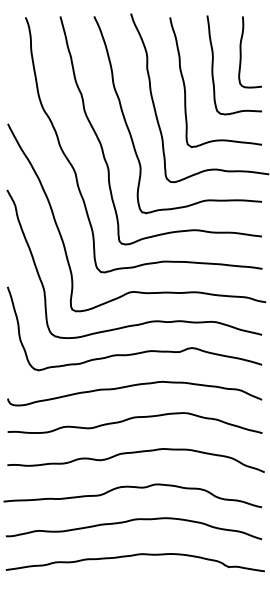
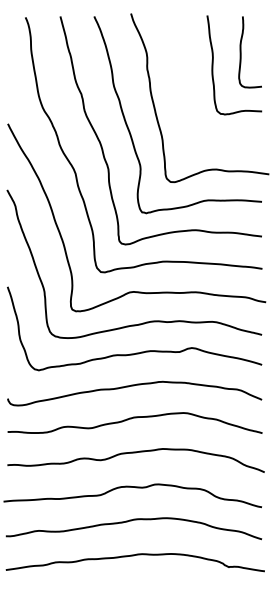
curve at (185, 85): present -> none
